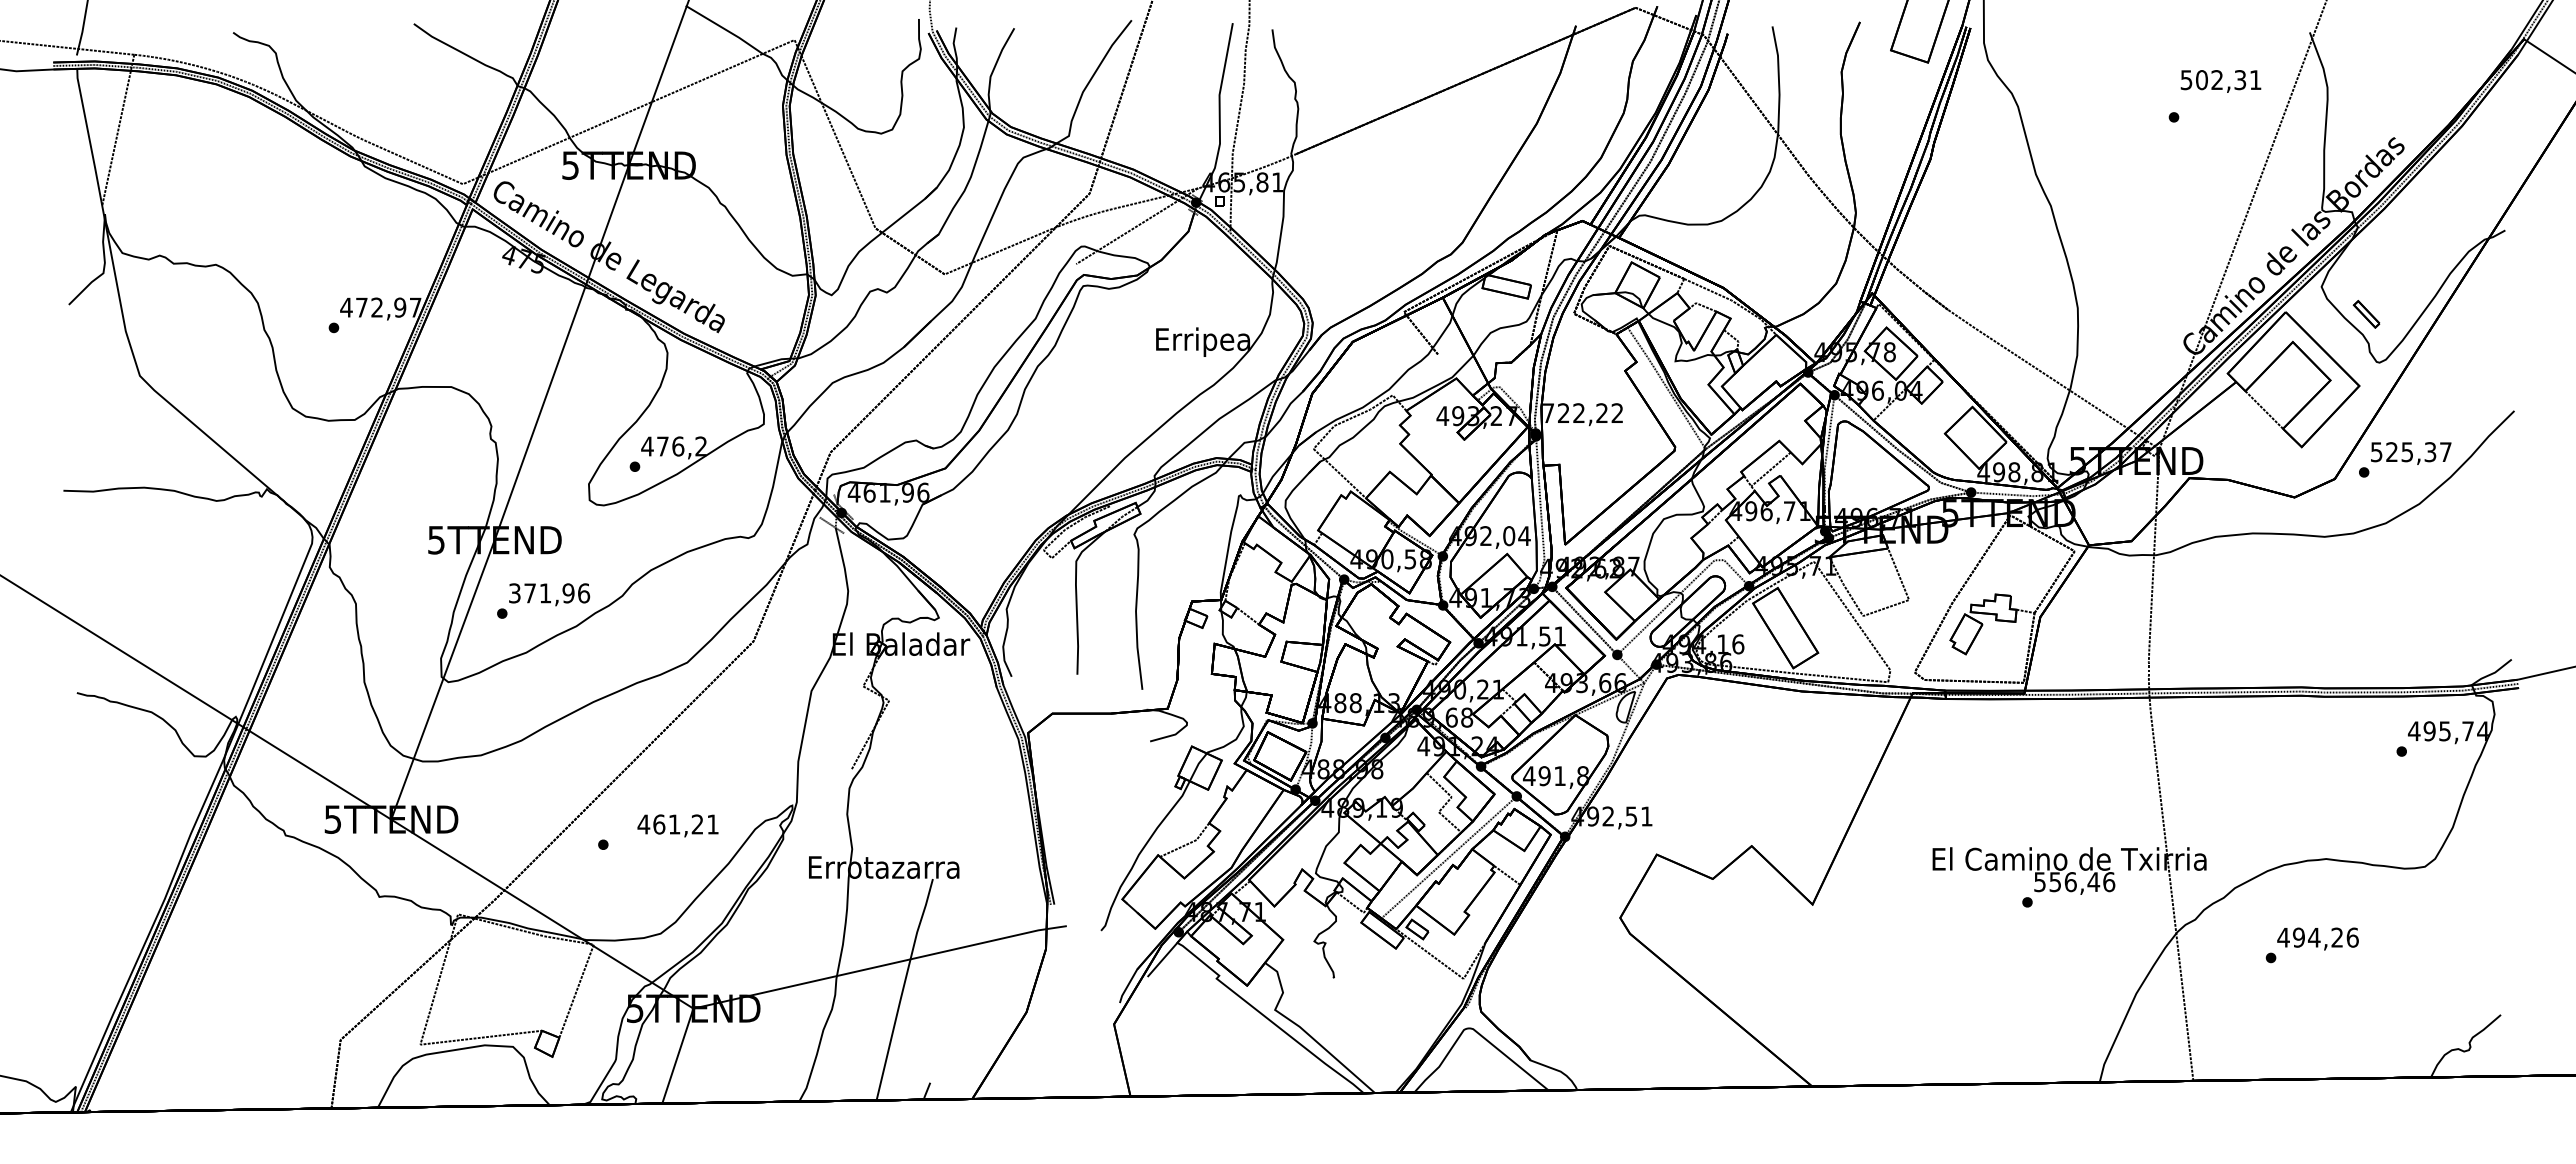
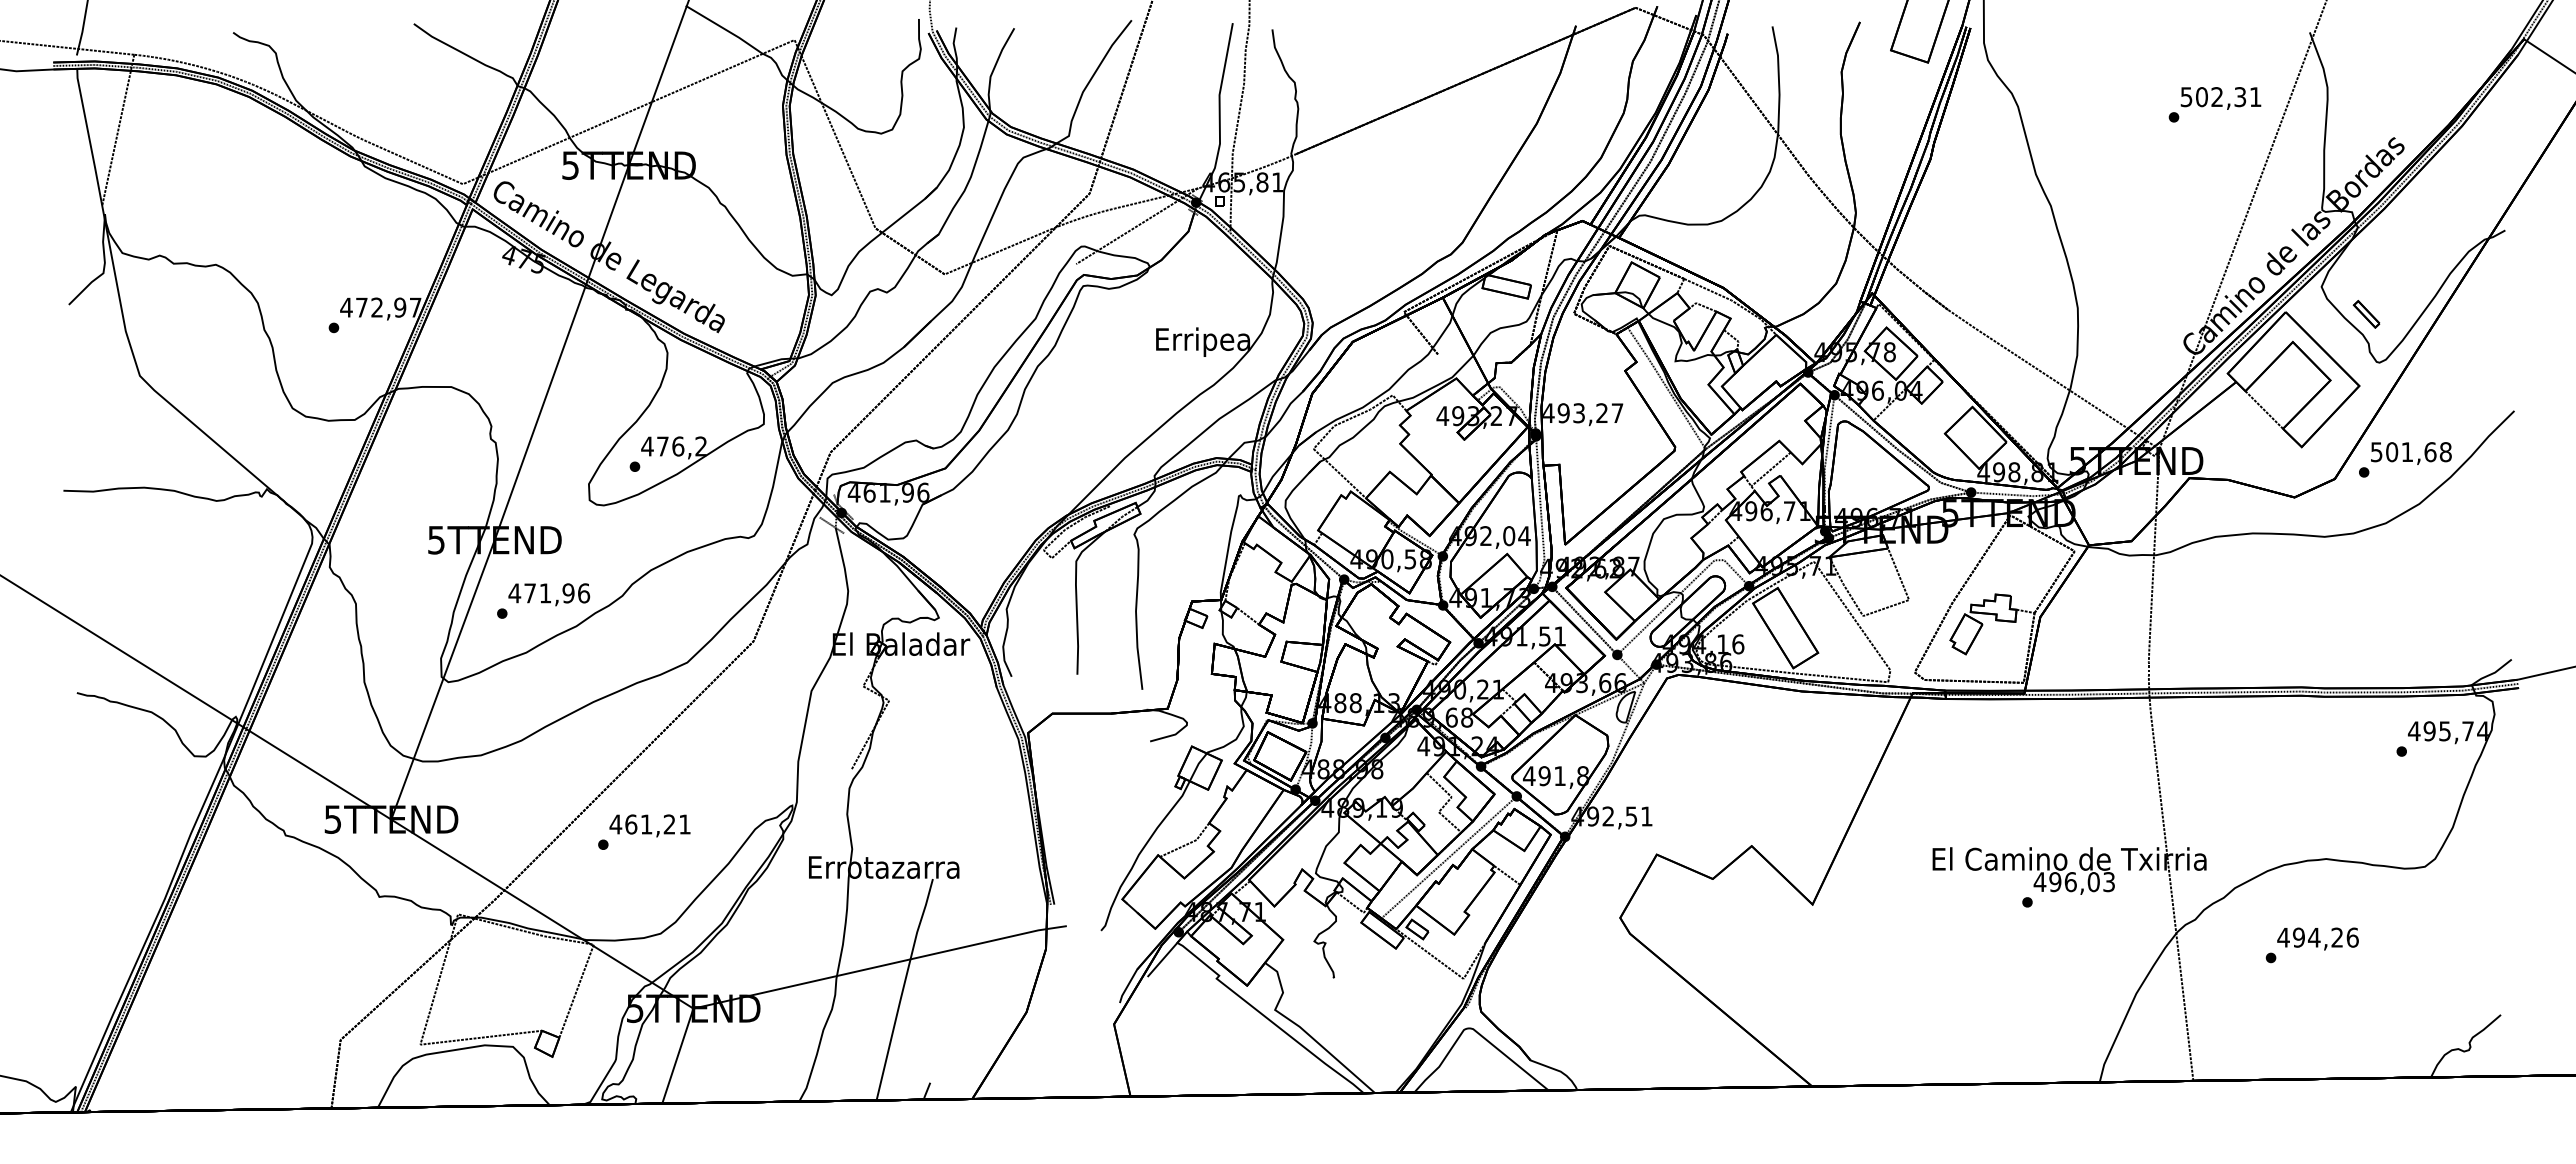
text at (2220, 81) position: (2220, 81) -> (2220, 98)
text at (1583, 413): 722,22 -> 493,27
text at (2418, 452): 525,37 -> 501,68
text at (514, 593): 371,96 -> 471,96
text at (677, 825) position: (677, 825) -> (649, 825)
text at (2074, 882): 556,46 -> 496,03
